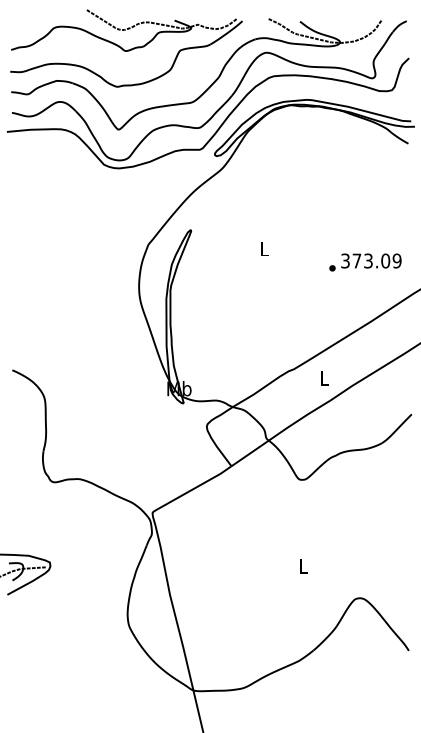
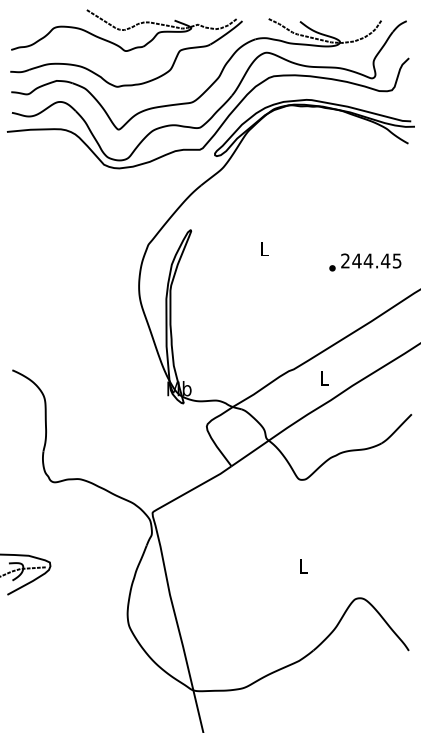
text at (371, 260): 373.09 -> 244.45
